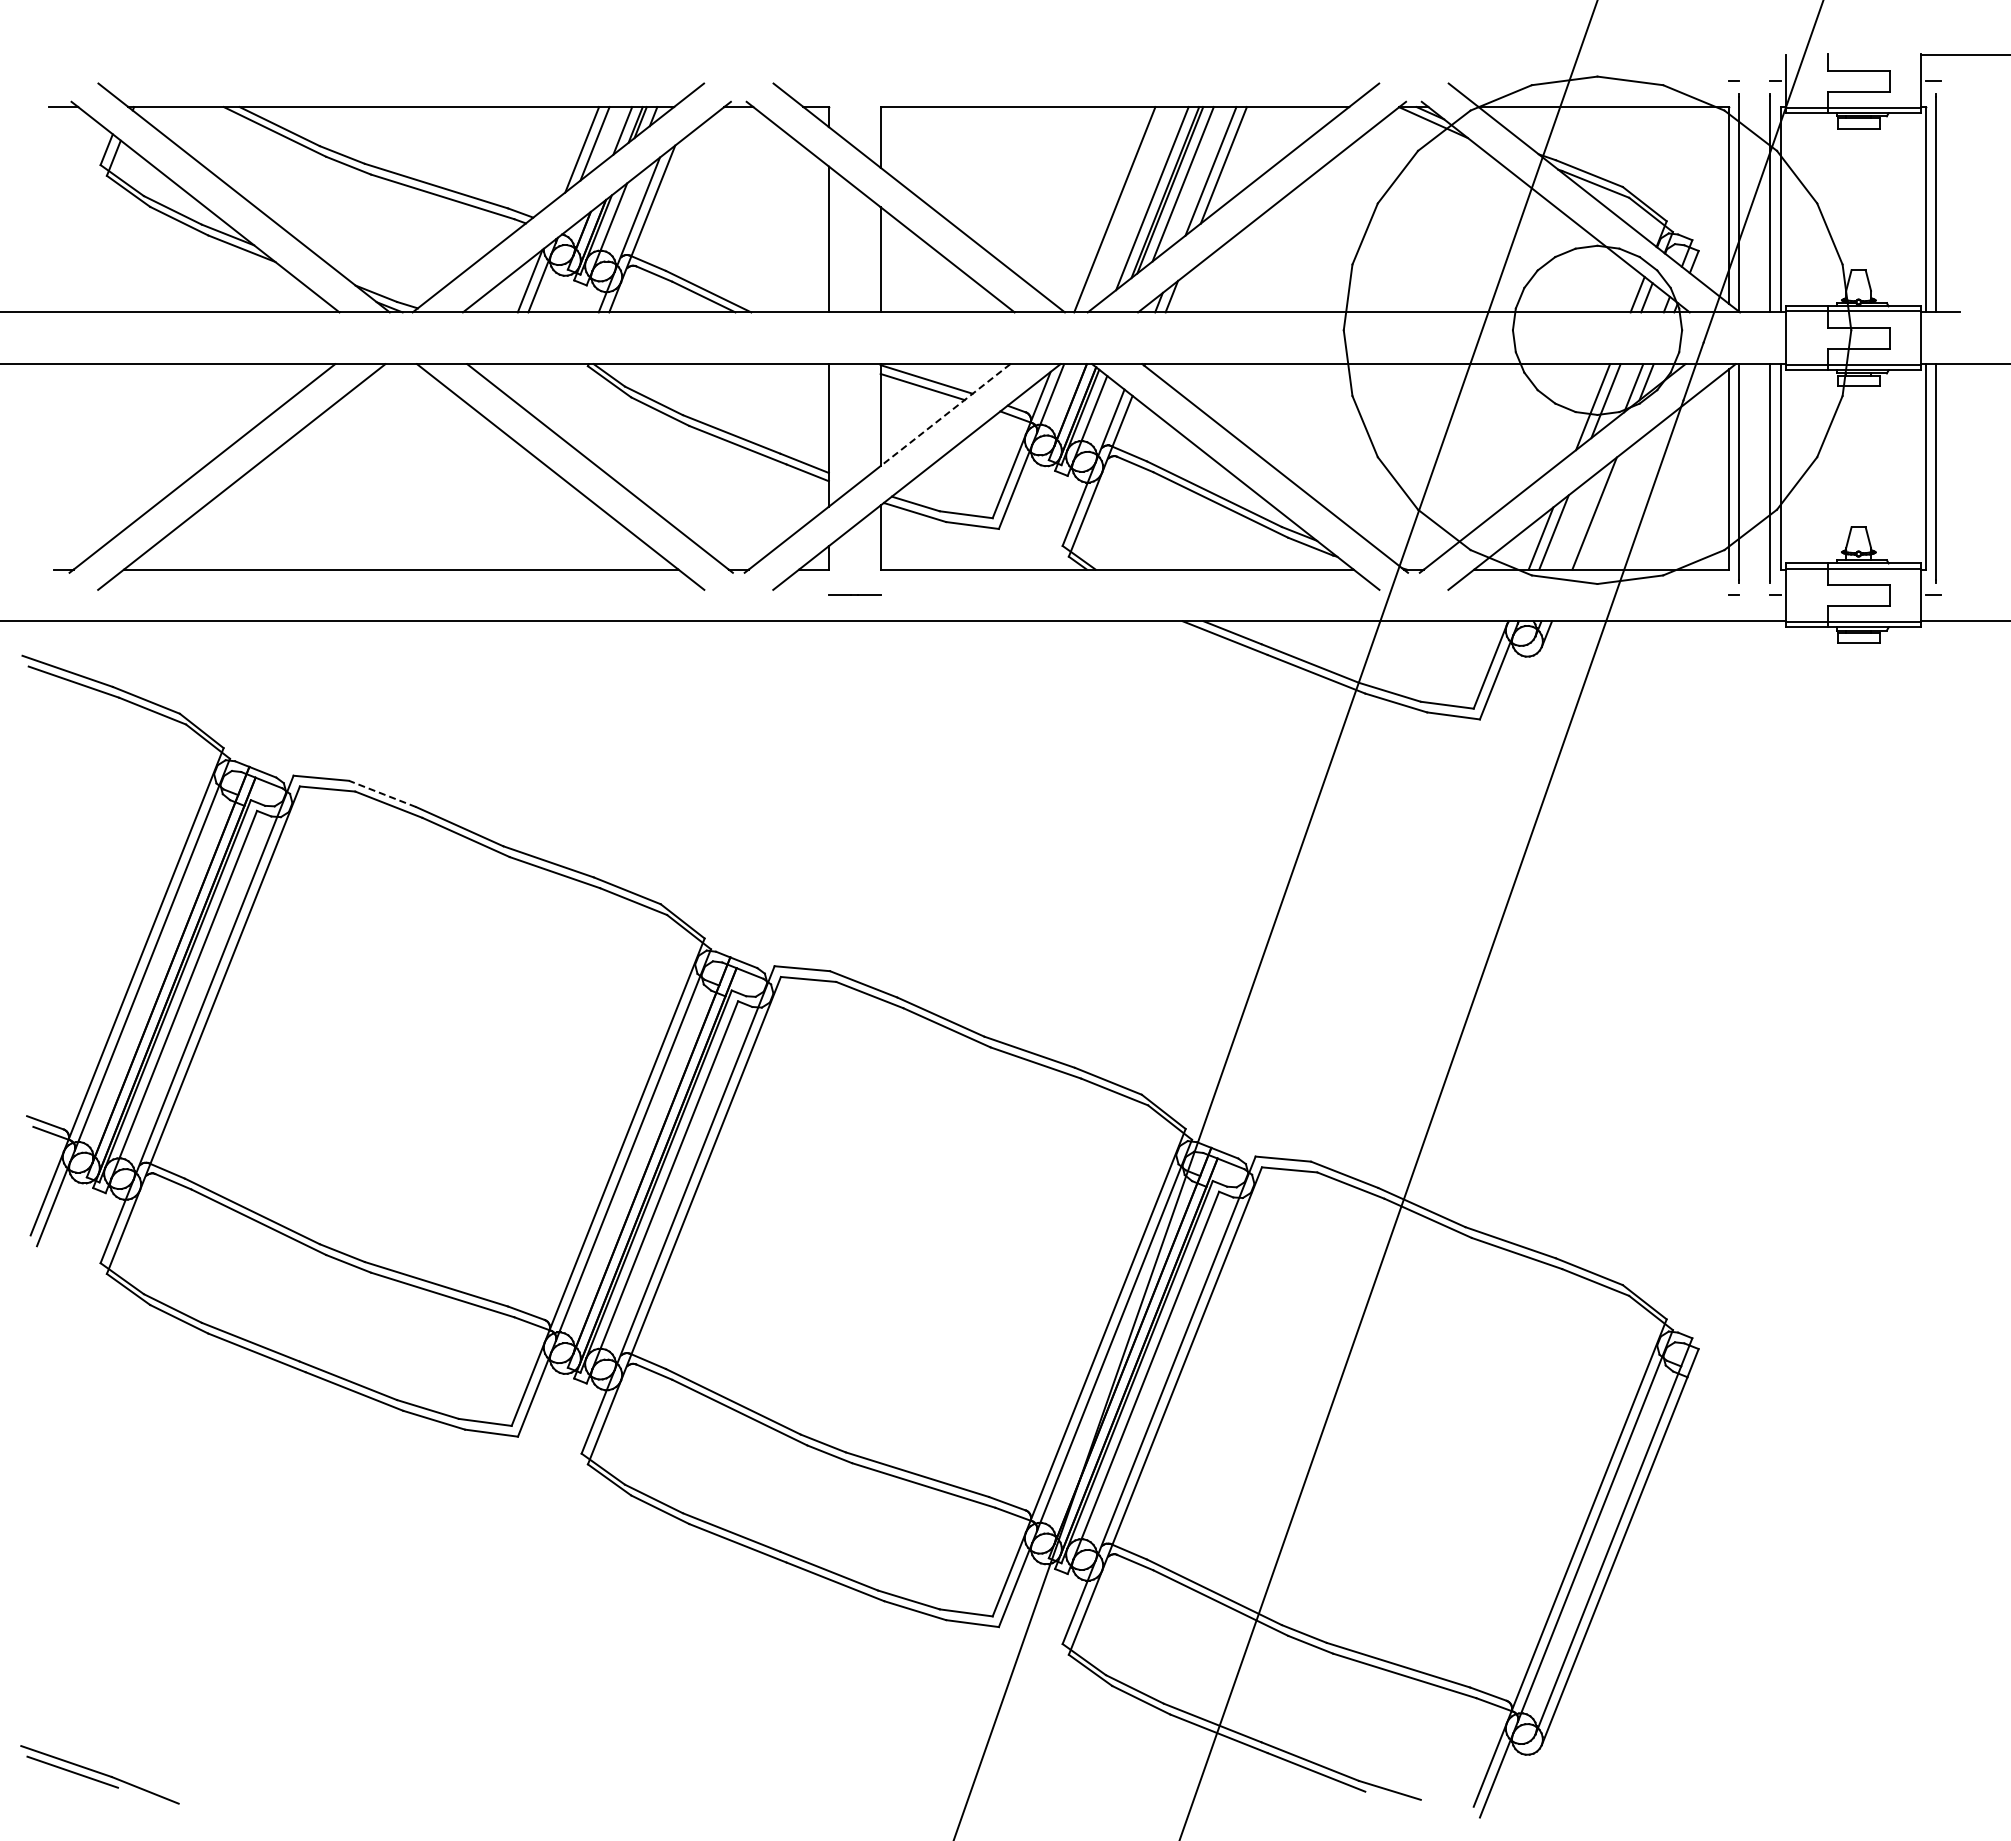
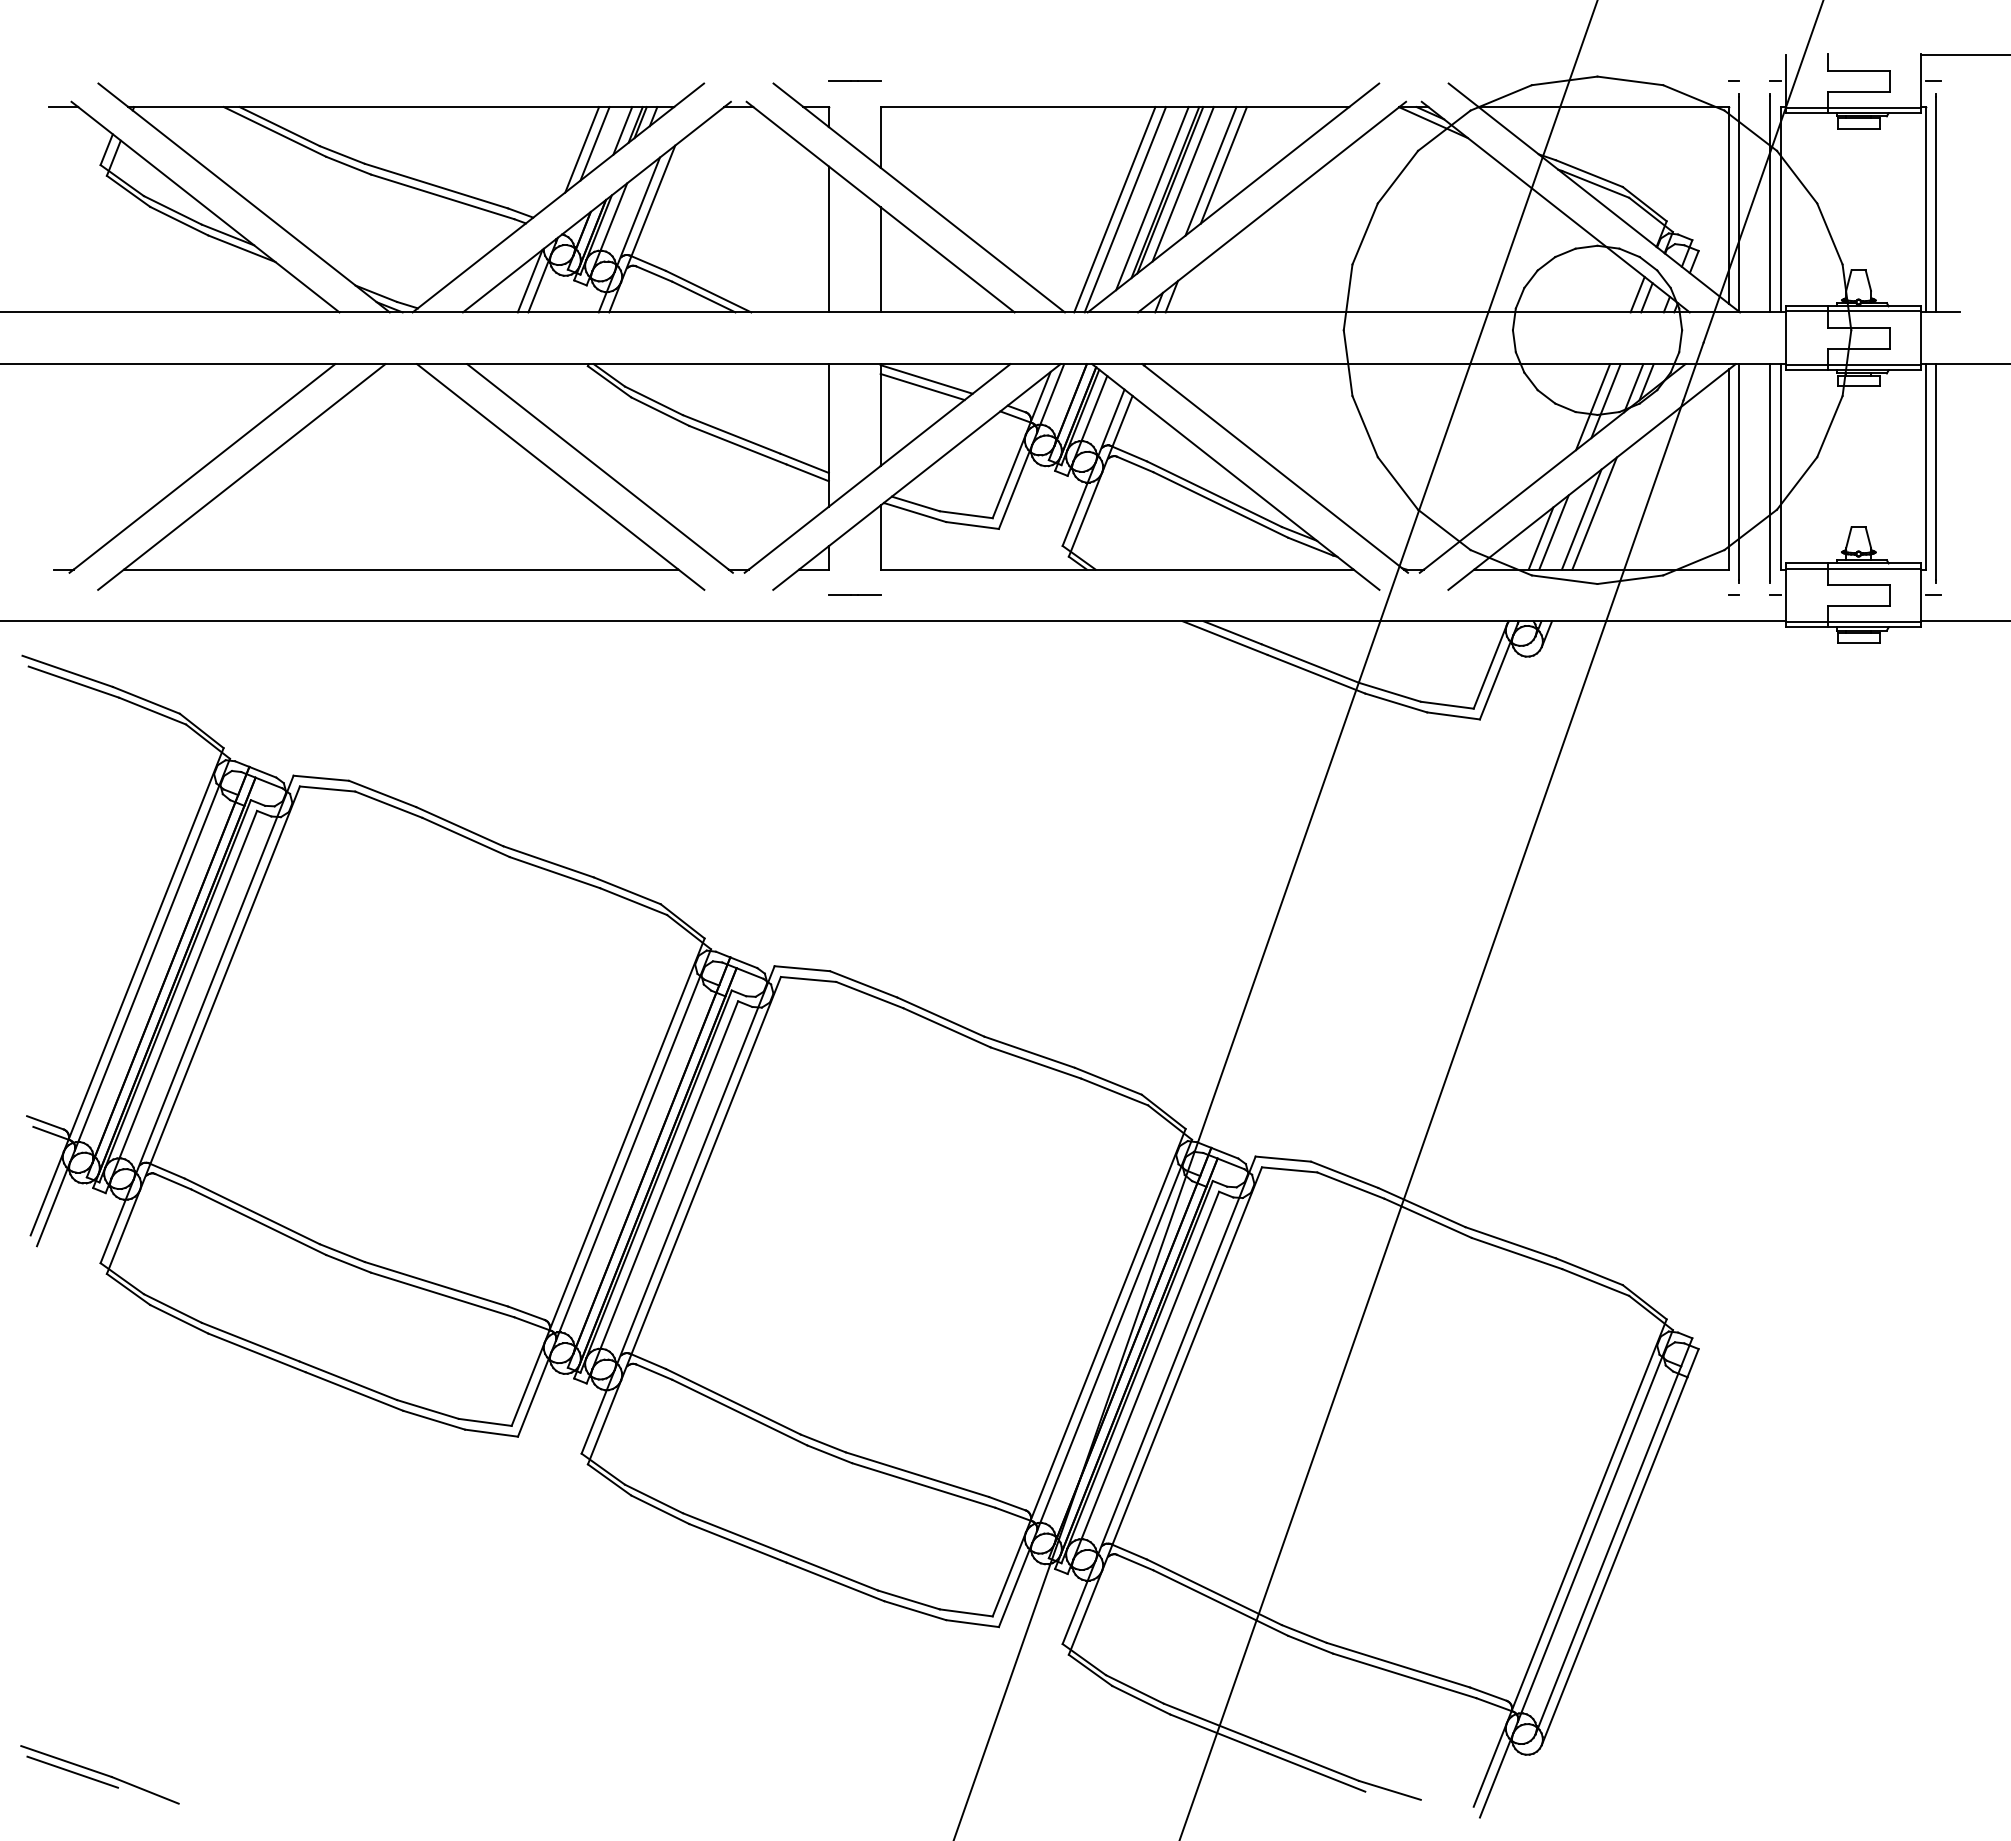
line at (854, 80): none -> present
line at (1125, 209): none -> present
line at (945, 415): dashed -> solid
line at (1581, 519): none -> present
line at (382, 793): dashed -> solid
